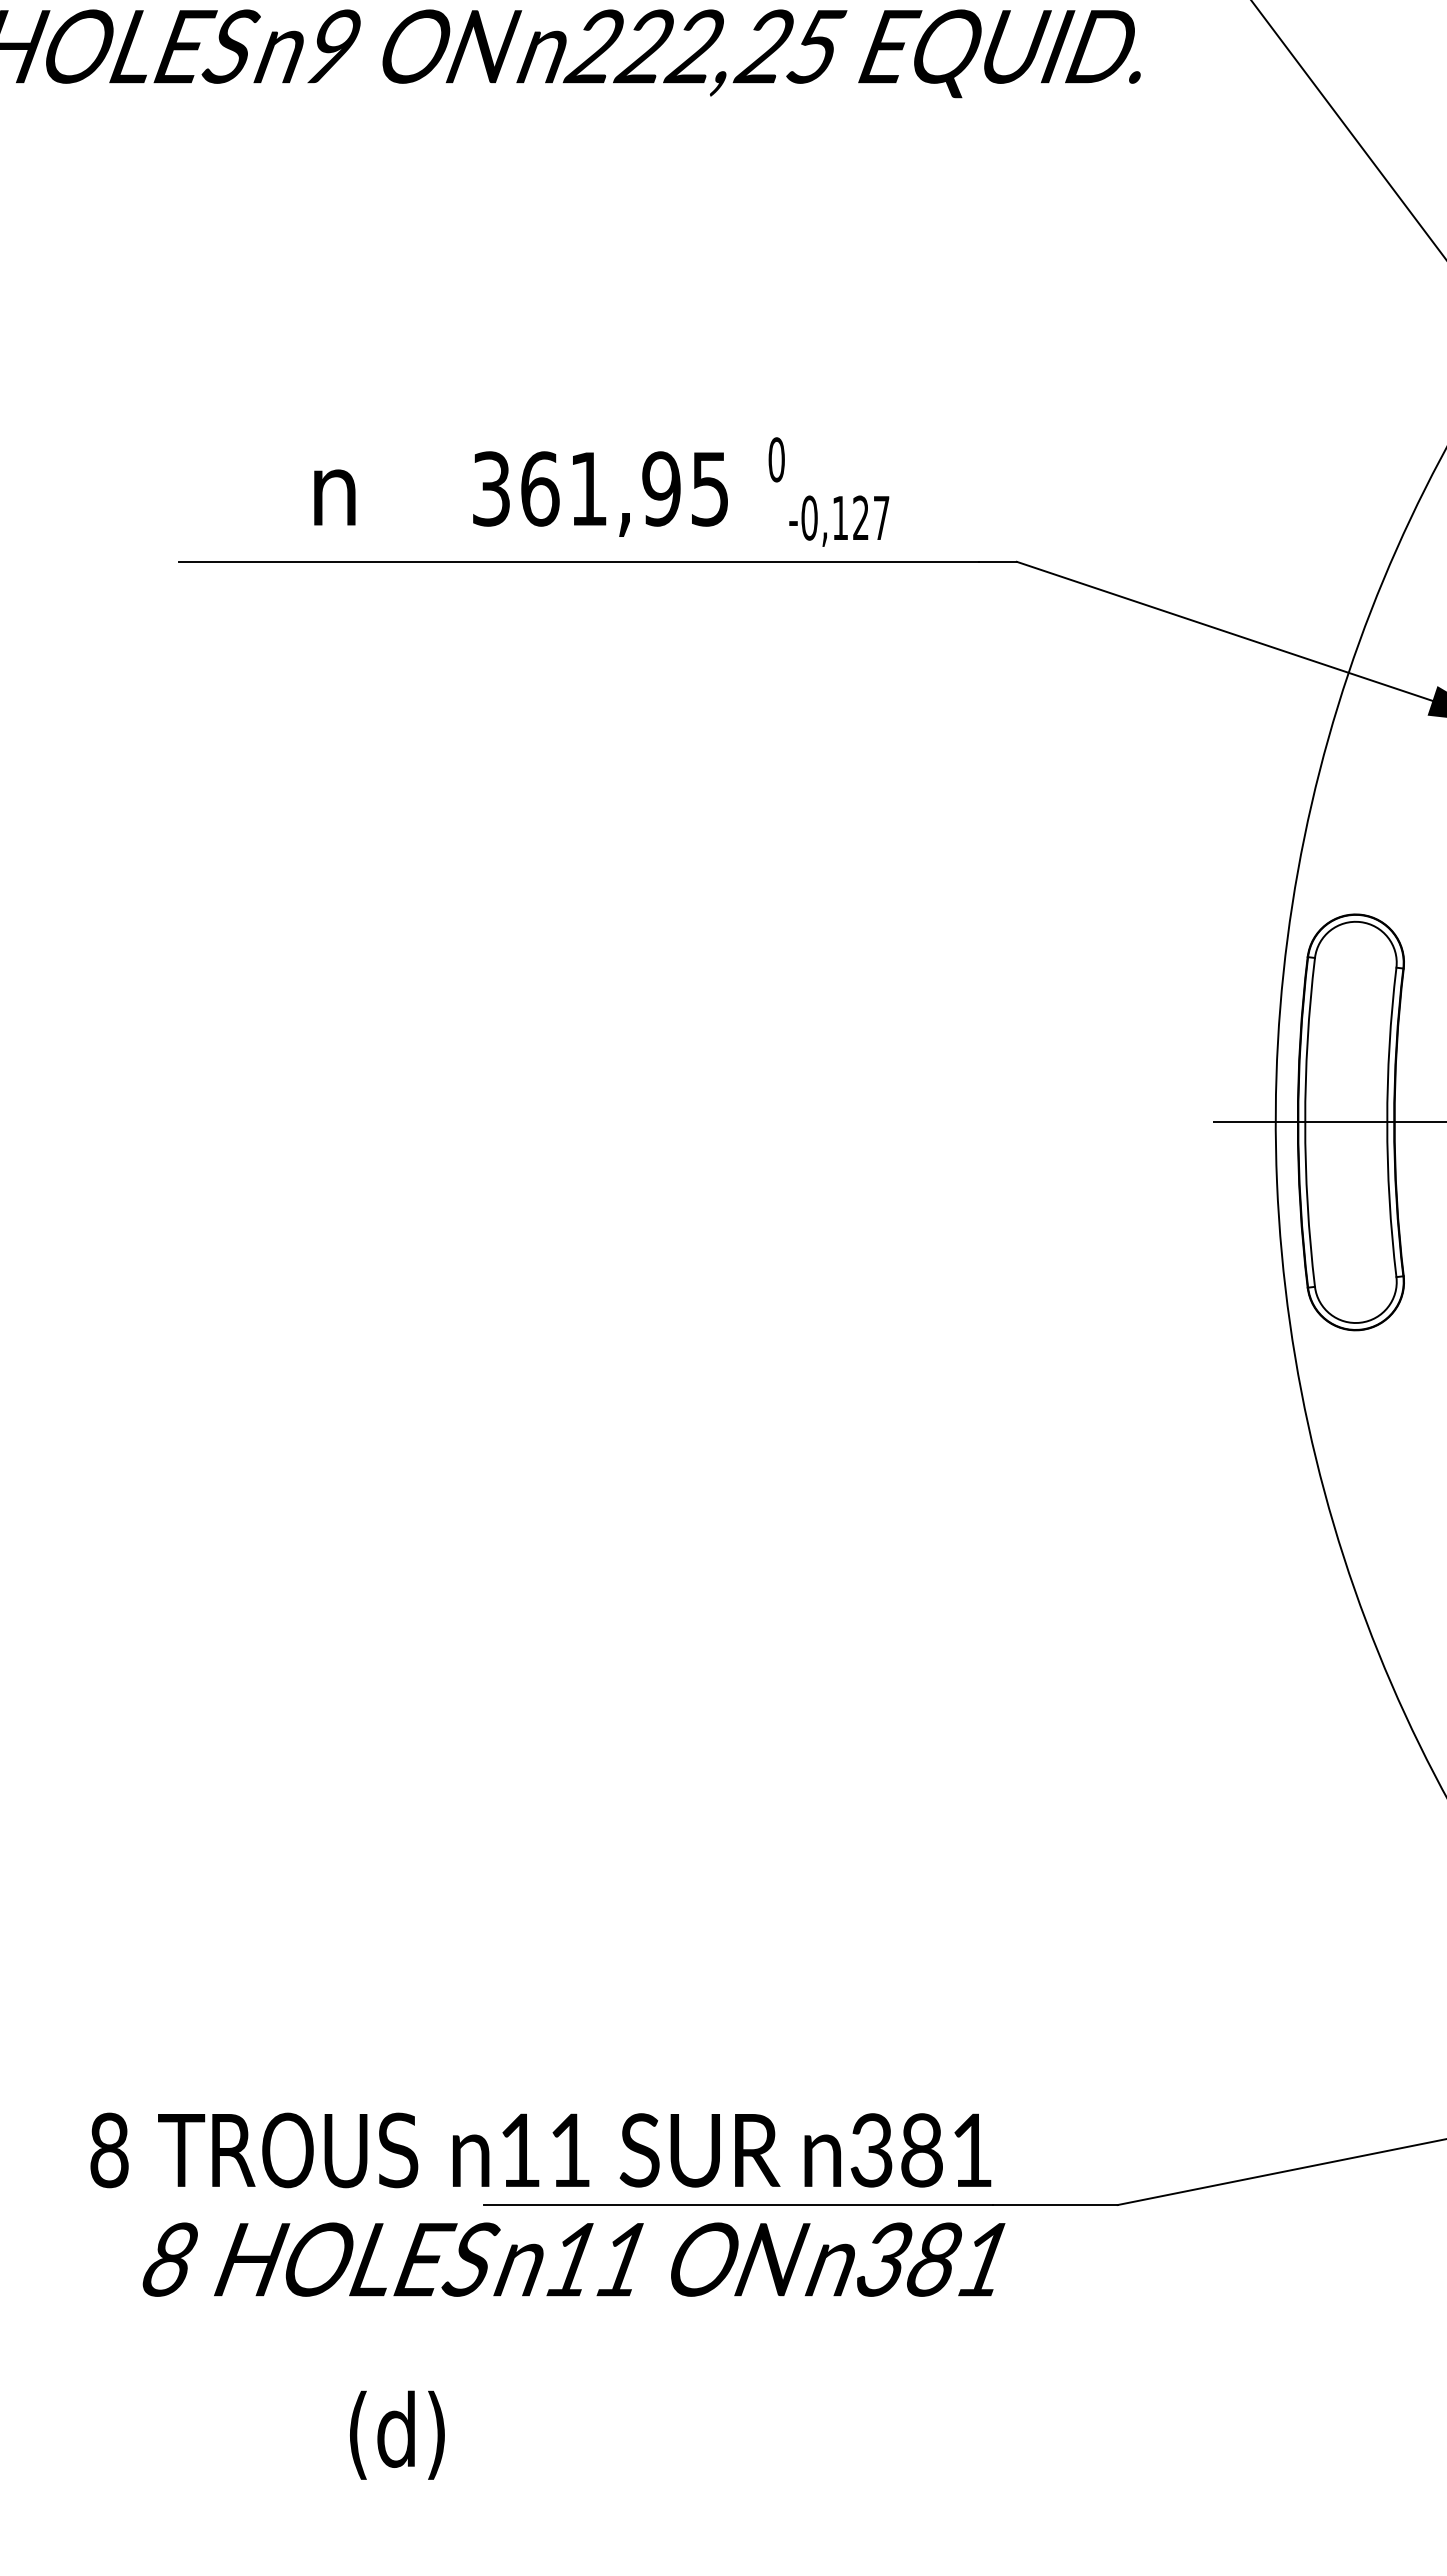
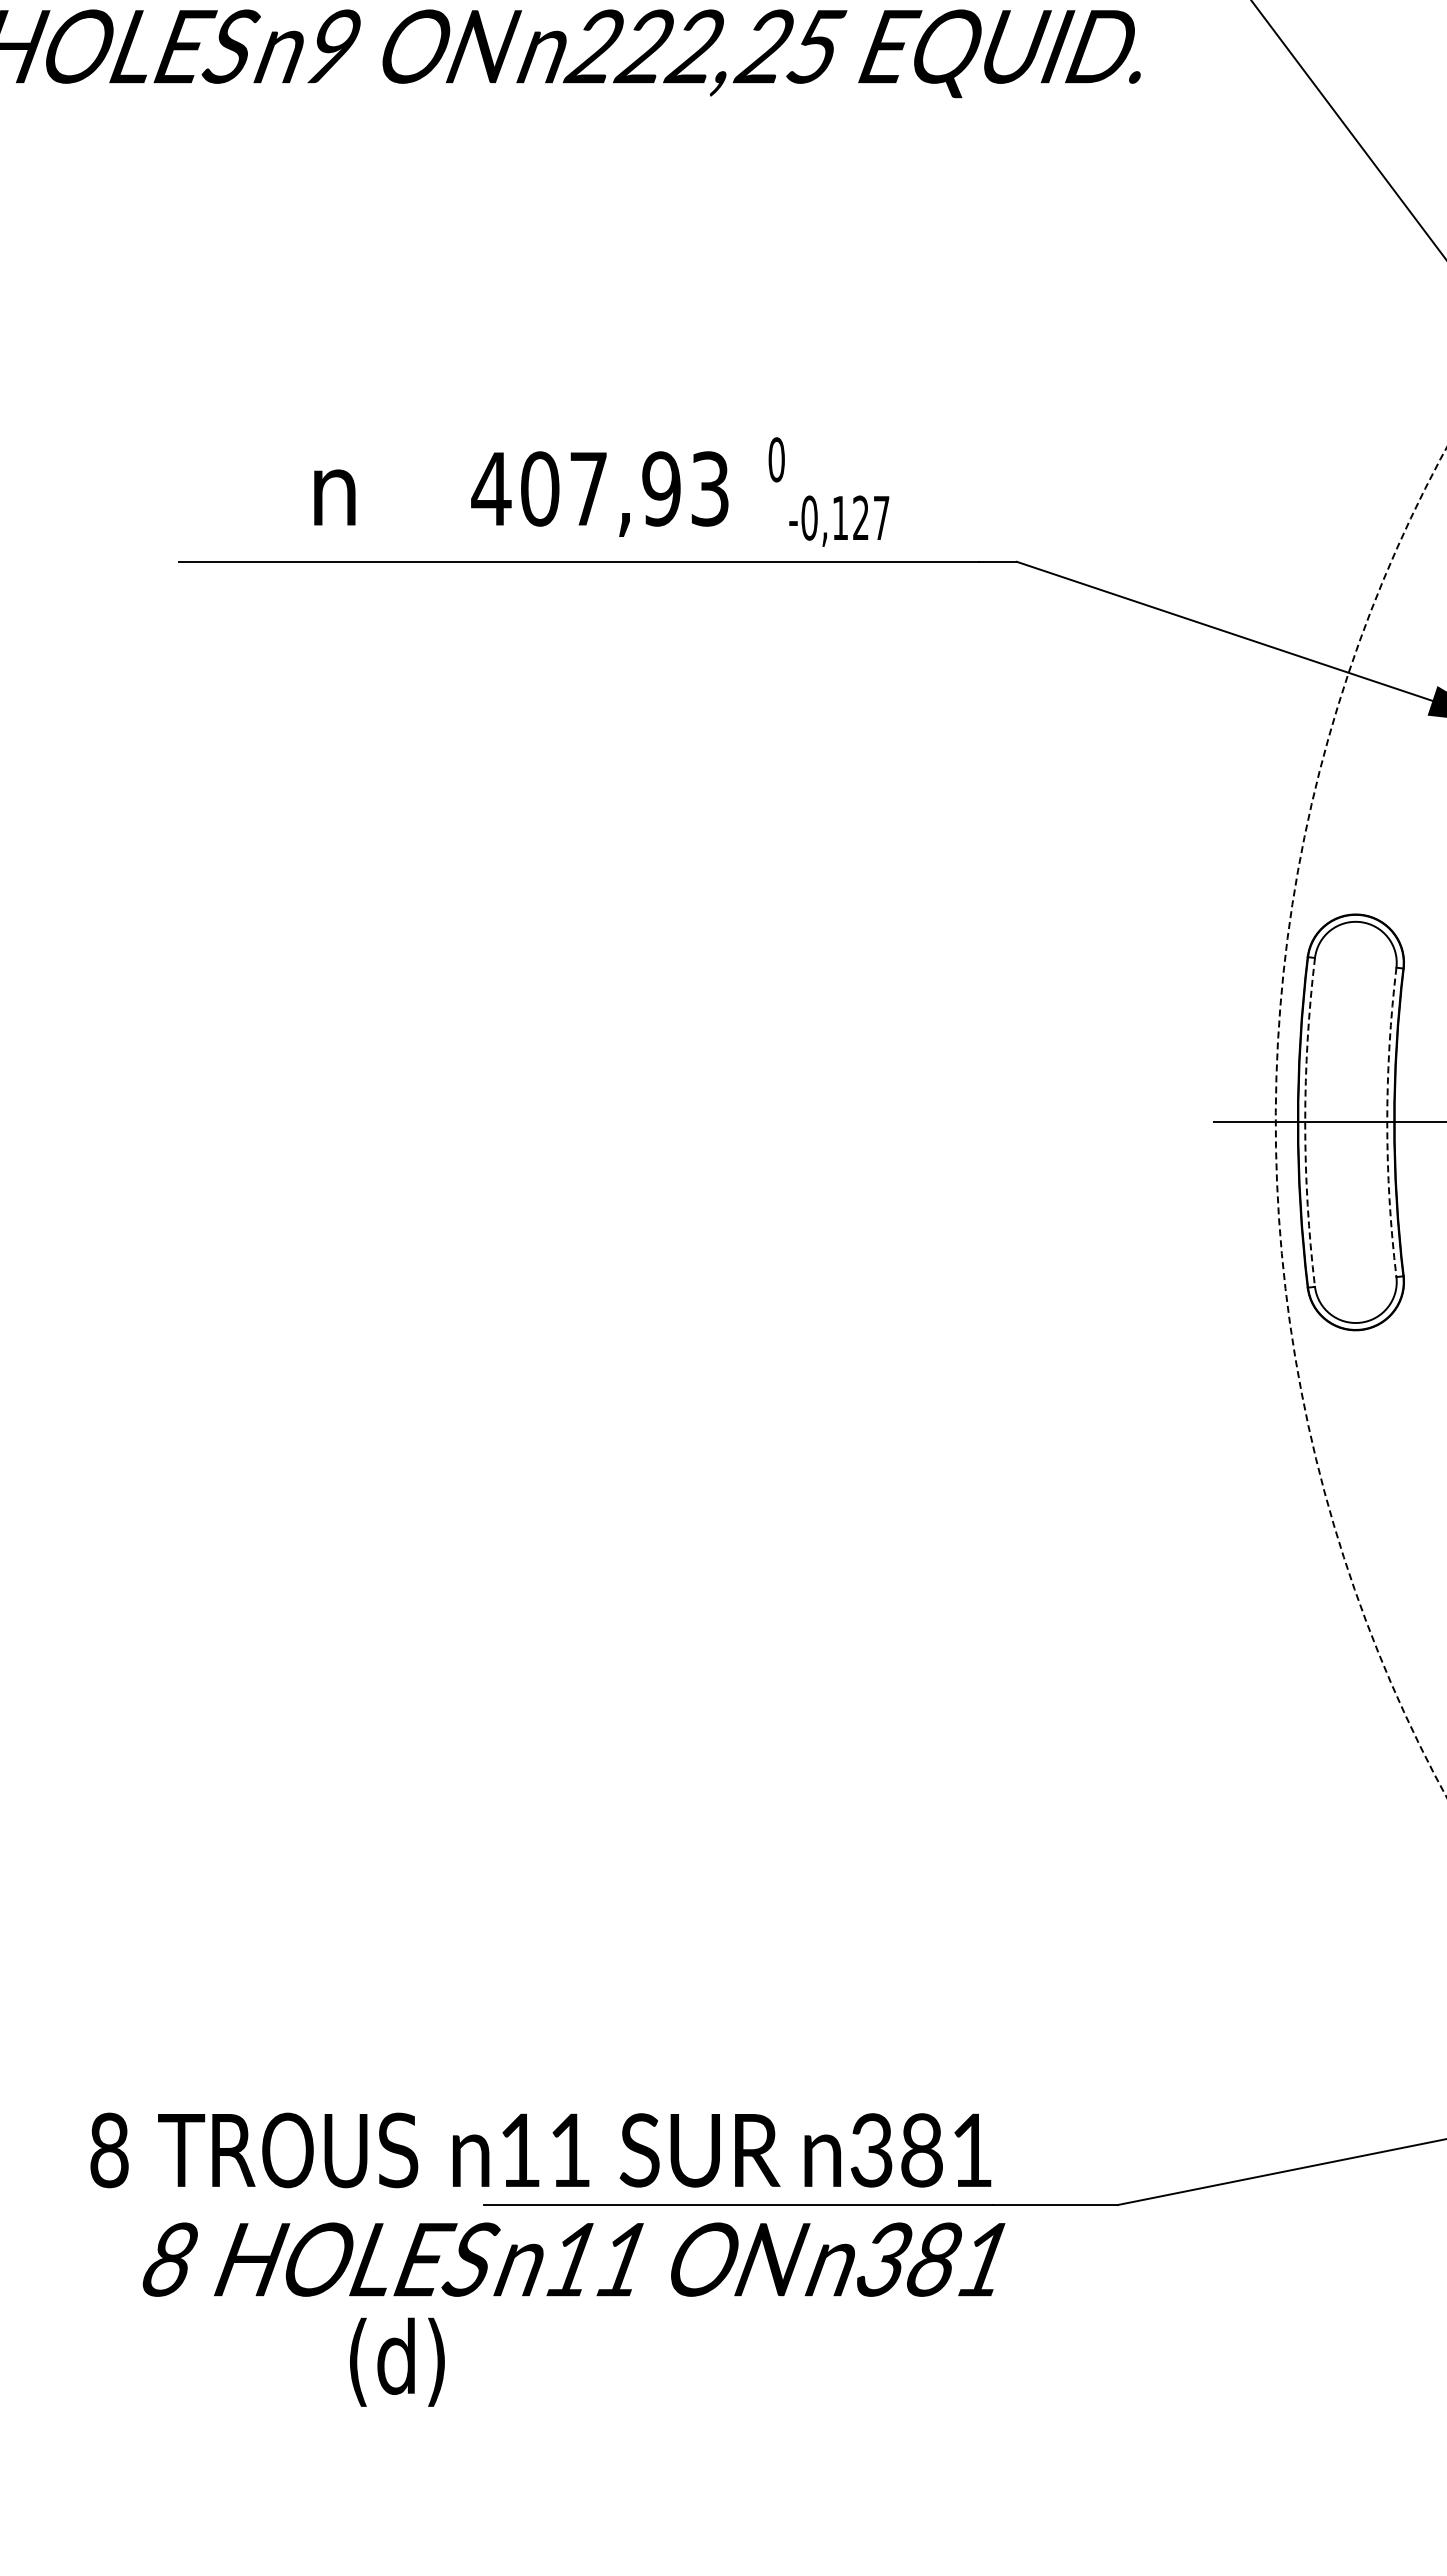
text at (599, 488): 361,95 -> 407,93
arc at (1275, 1121): solid -> dashed
arc at (1305, 1122): solid -> dashed
arc at (1387, 1122): solid -> dashed
text at (397, 2434) position: (397, 2434) -> (397, 2361)
